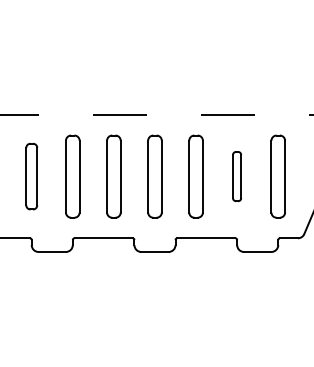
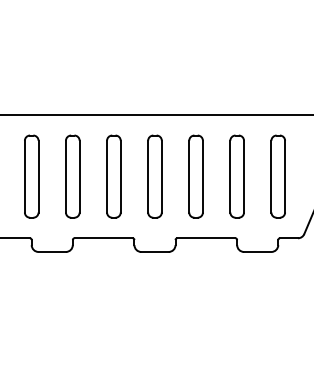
line at (156, 115): dashed -> solid
part at (31, 176) size: 14x69 px -> 16x85 px
part at (237, 176) size: 11x52 px -> 16x85 px
